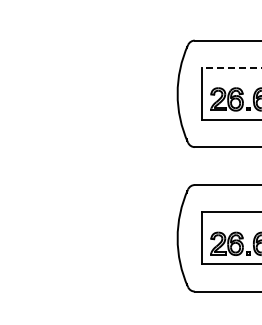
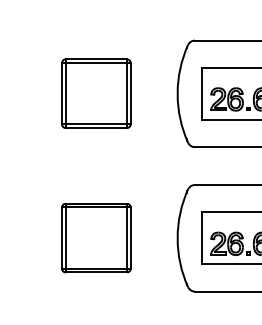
line at (231, 67): dashed -> solid
part at (96, 93): none -> present
part at (96, 238): none -> present
